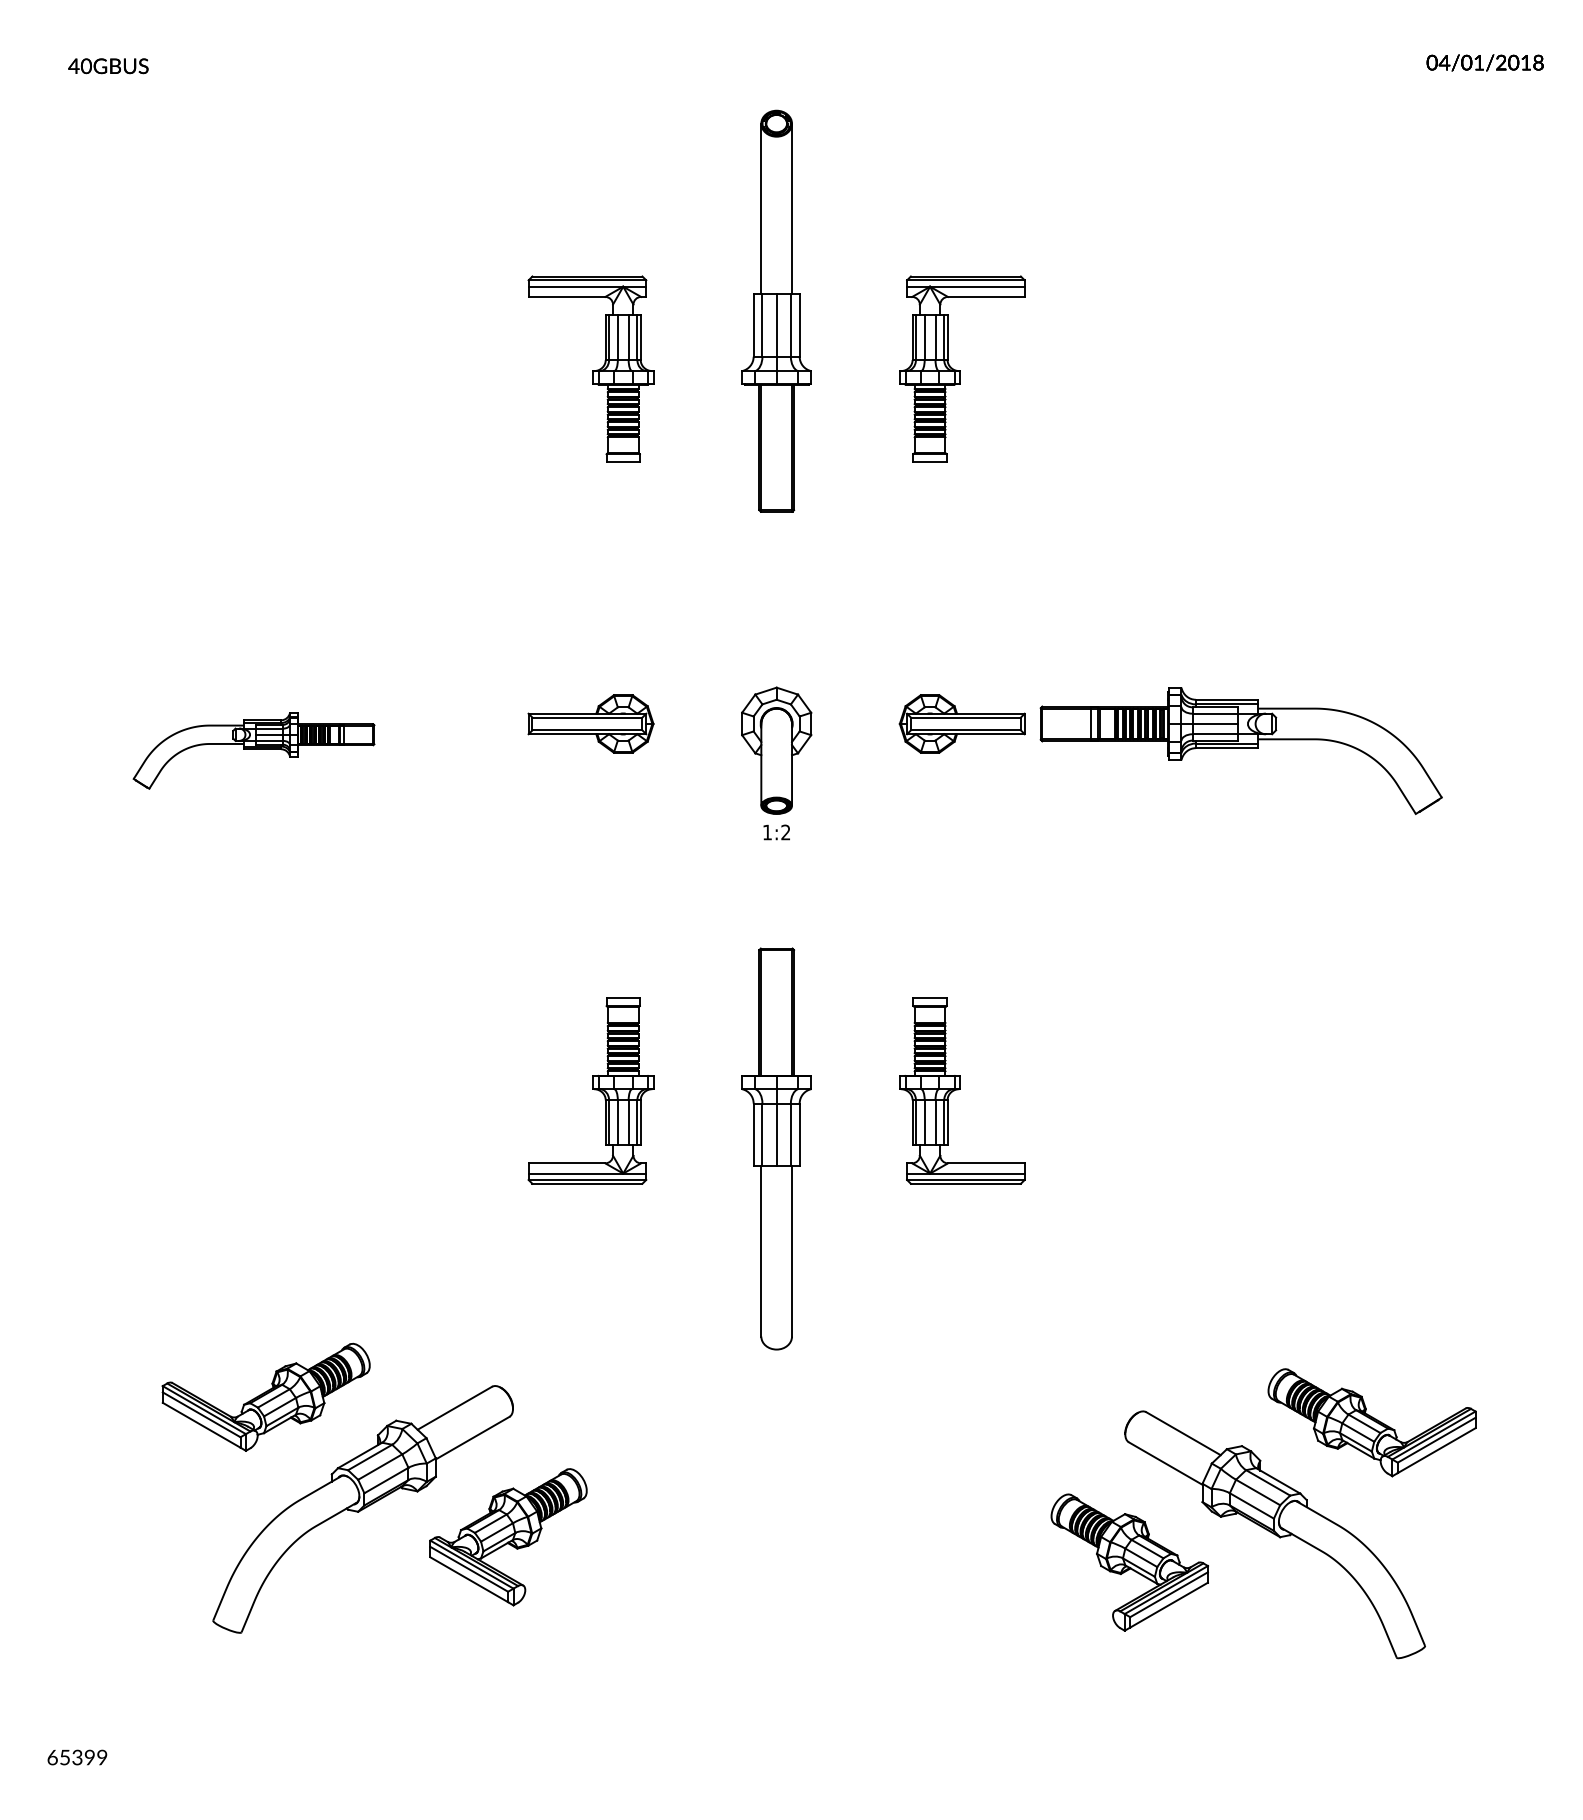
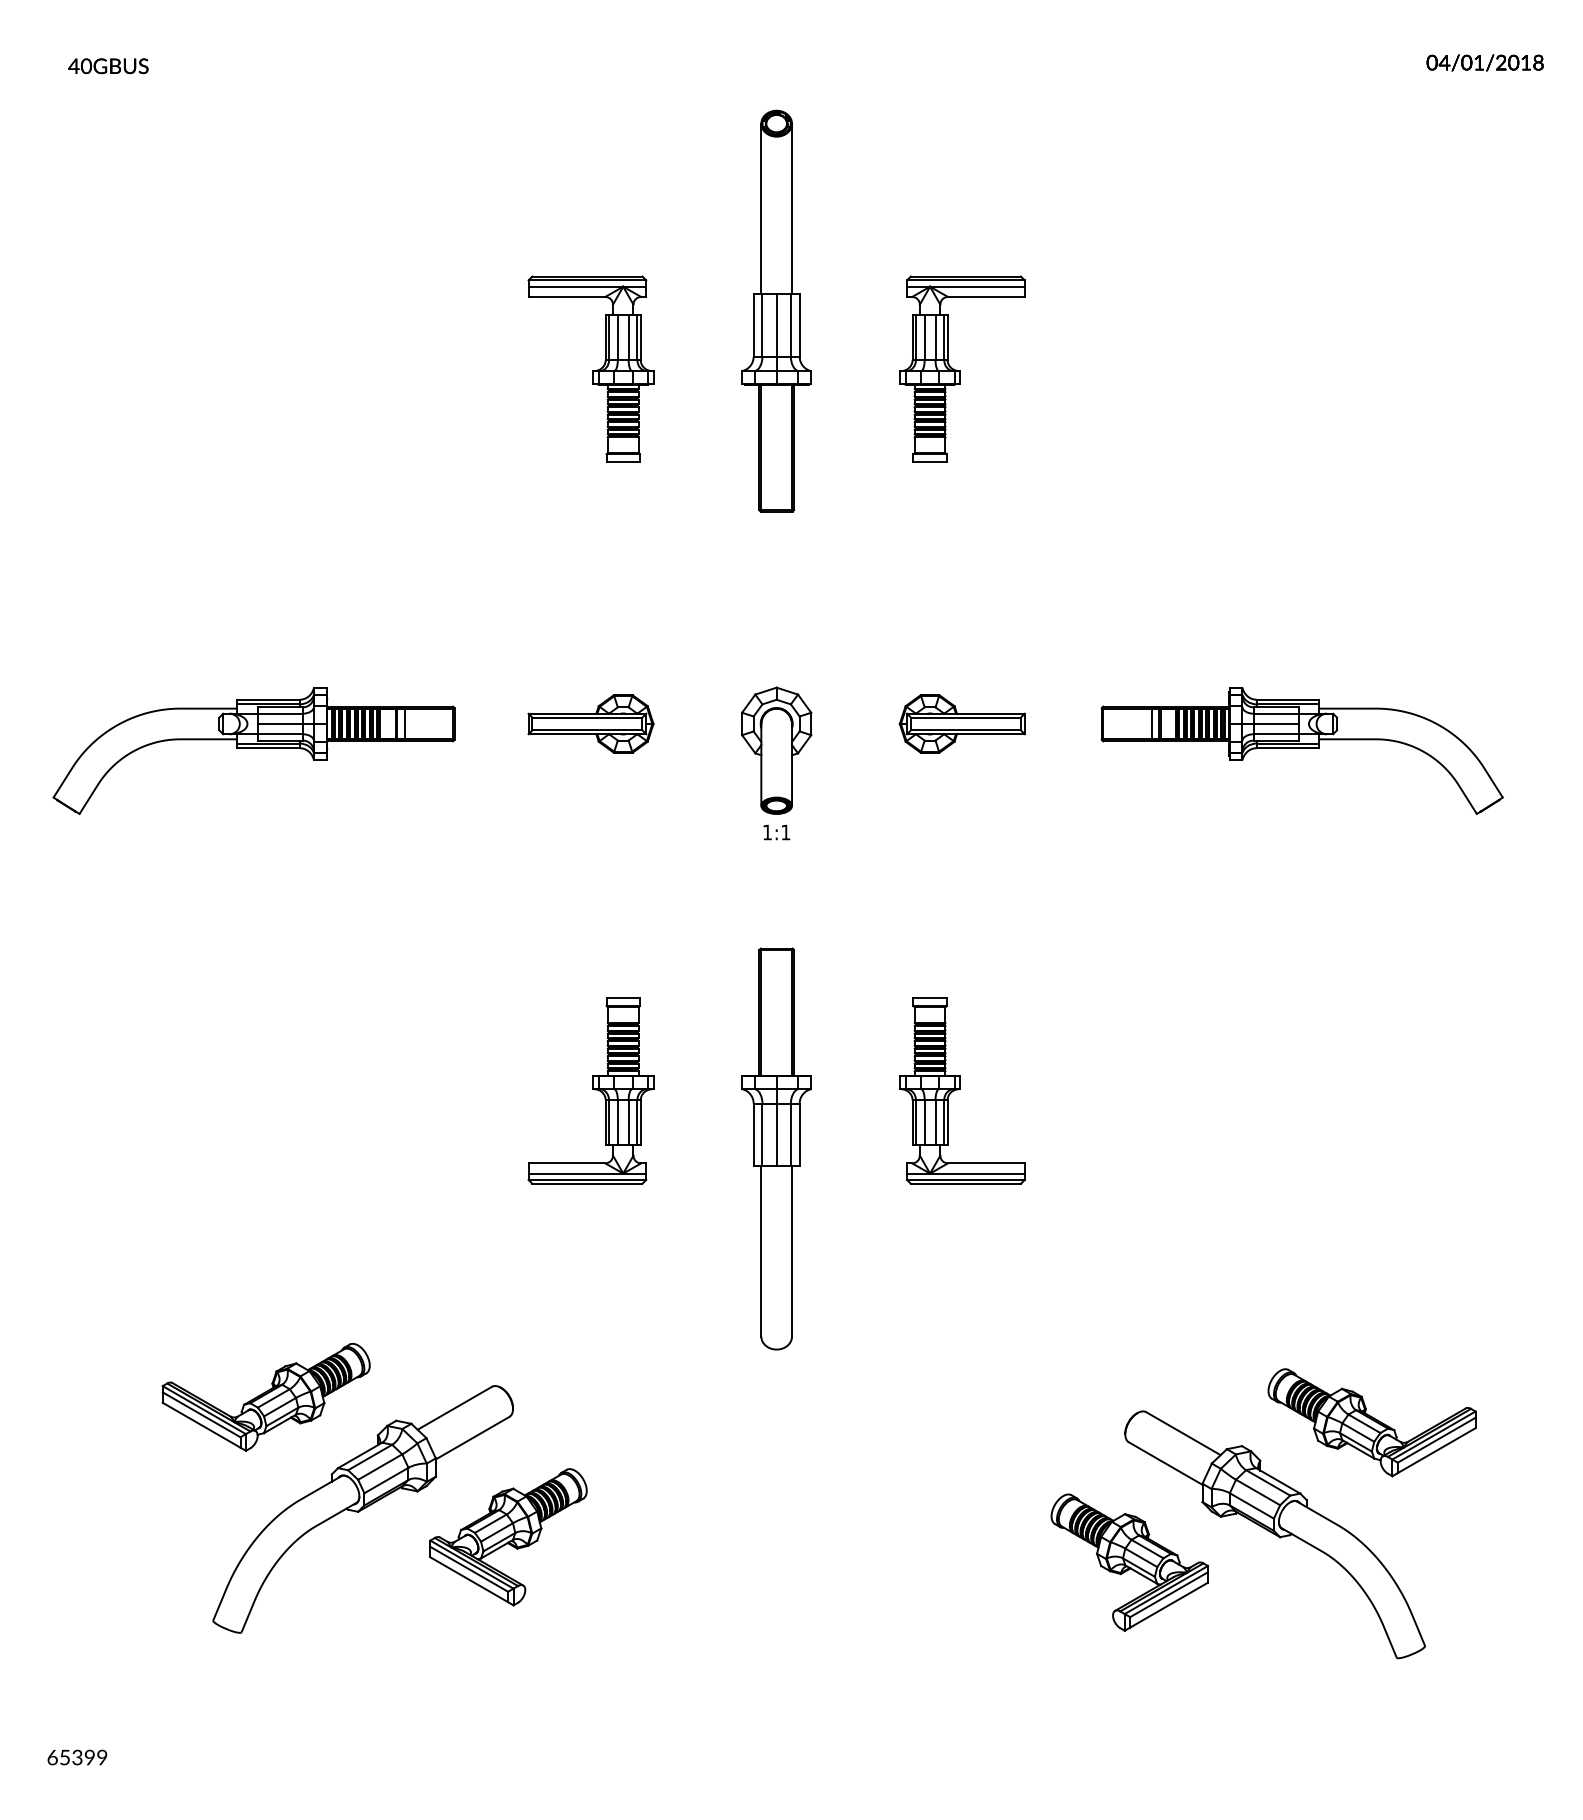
part at (253, 750) size: 244x78 px -> 404x128 px
part at (1240, 750) position: (1240, 750) -> (1301, 750)
text at (785, 832): 1:2 -> 1:1
